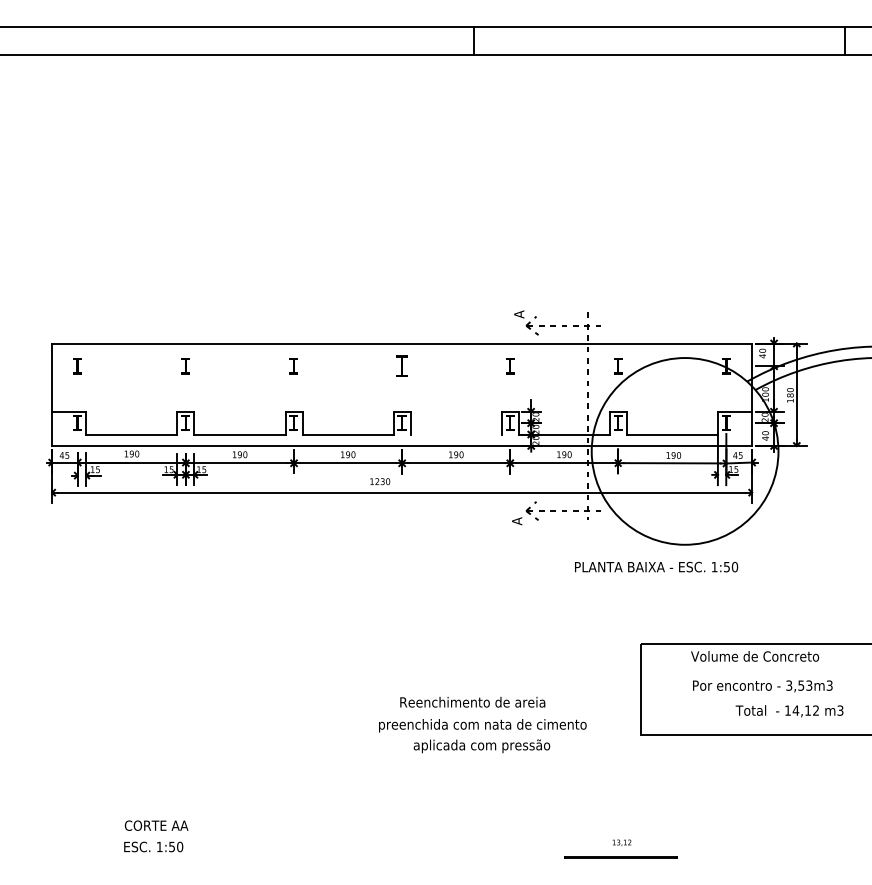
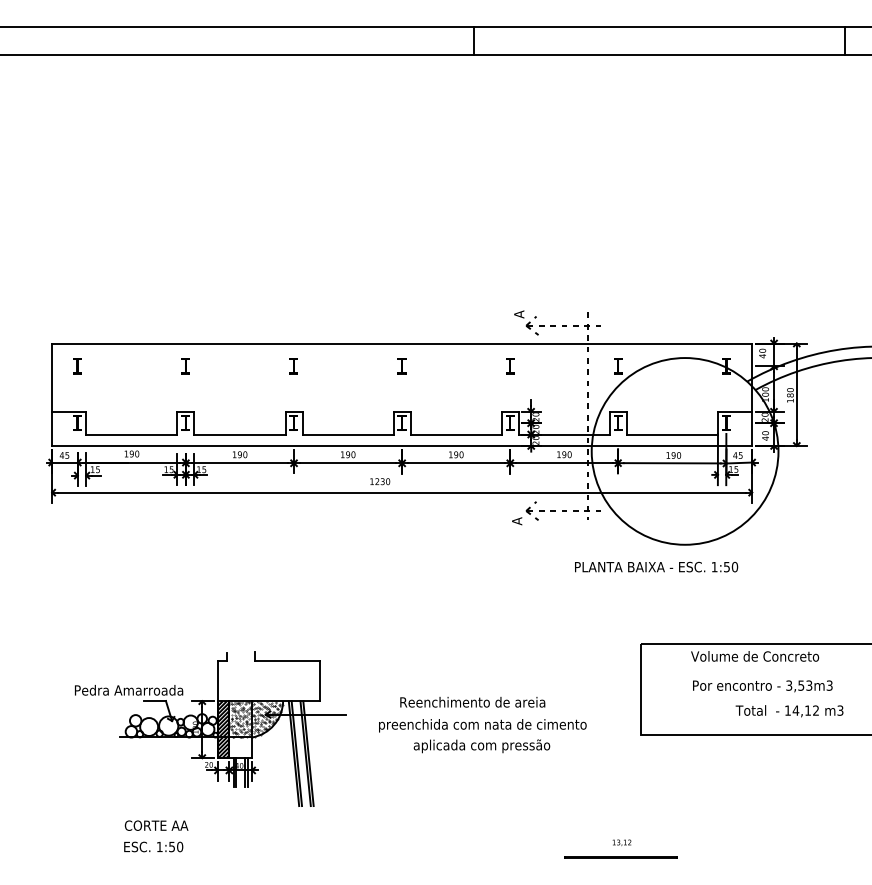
part at (401, 365) size: 12x22 px -> 10x17 px
line at (455, 434): none -> present
part at (210, 728): none -> present
